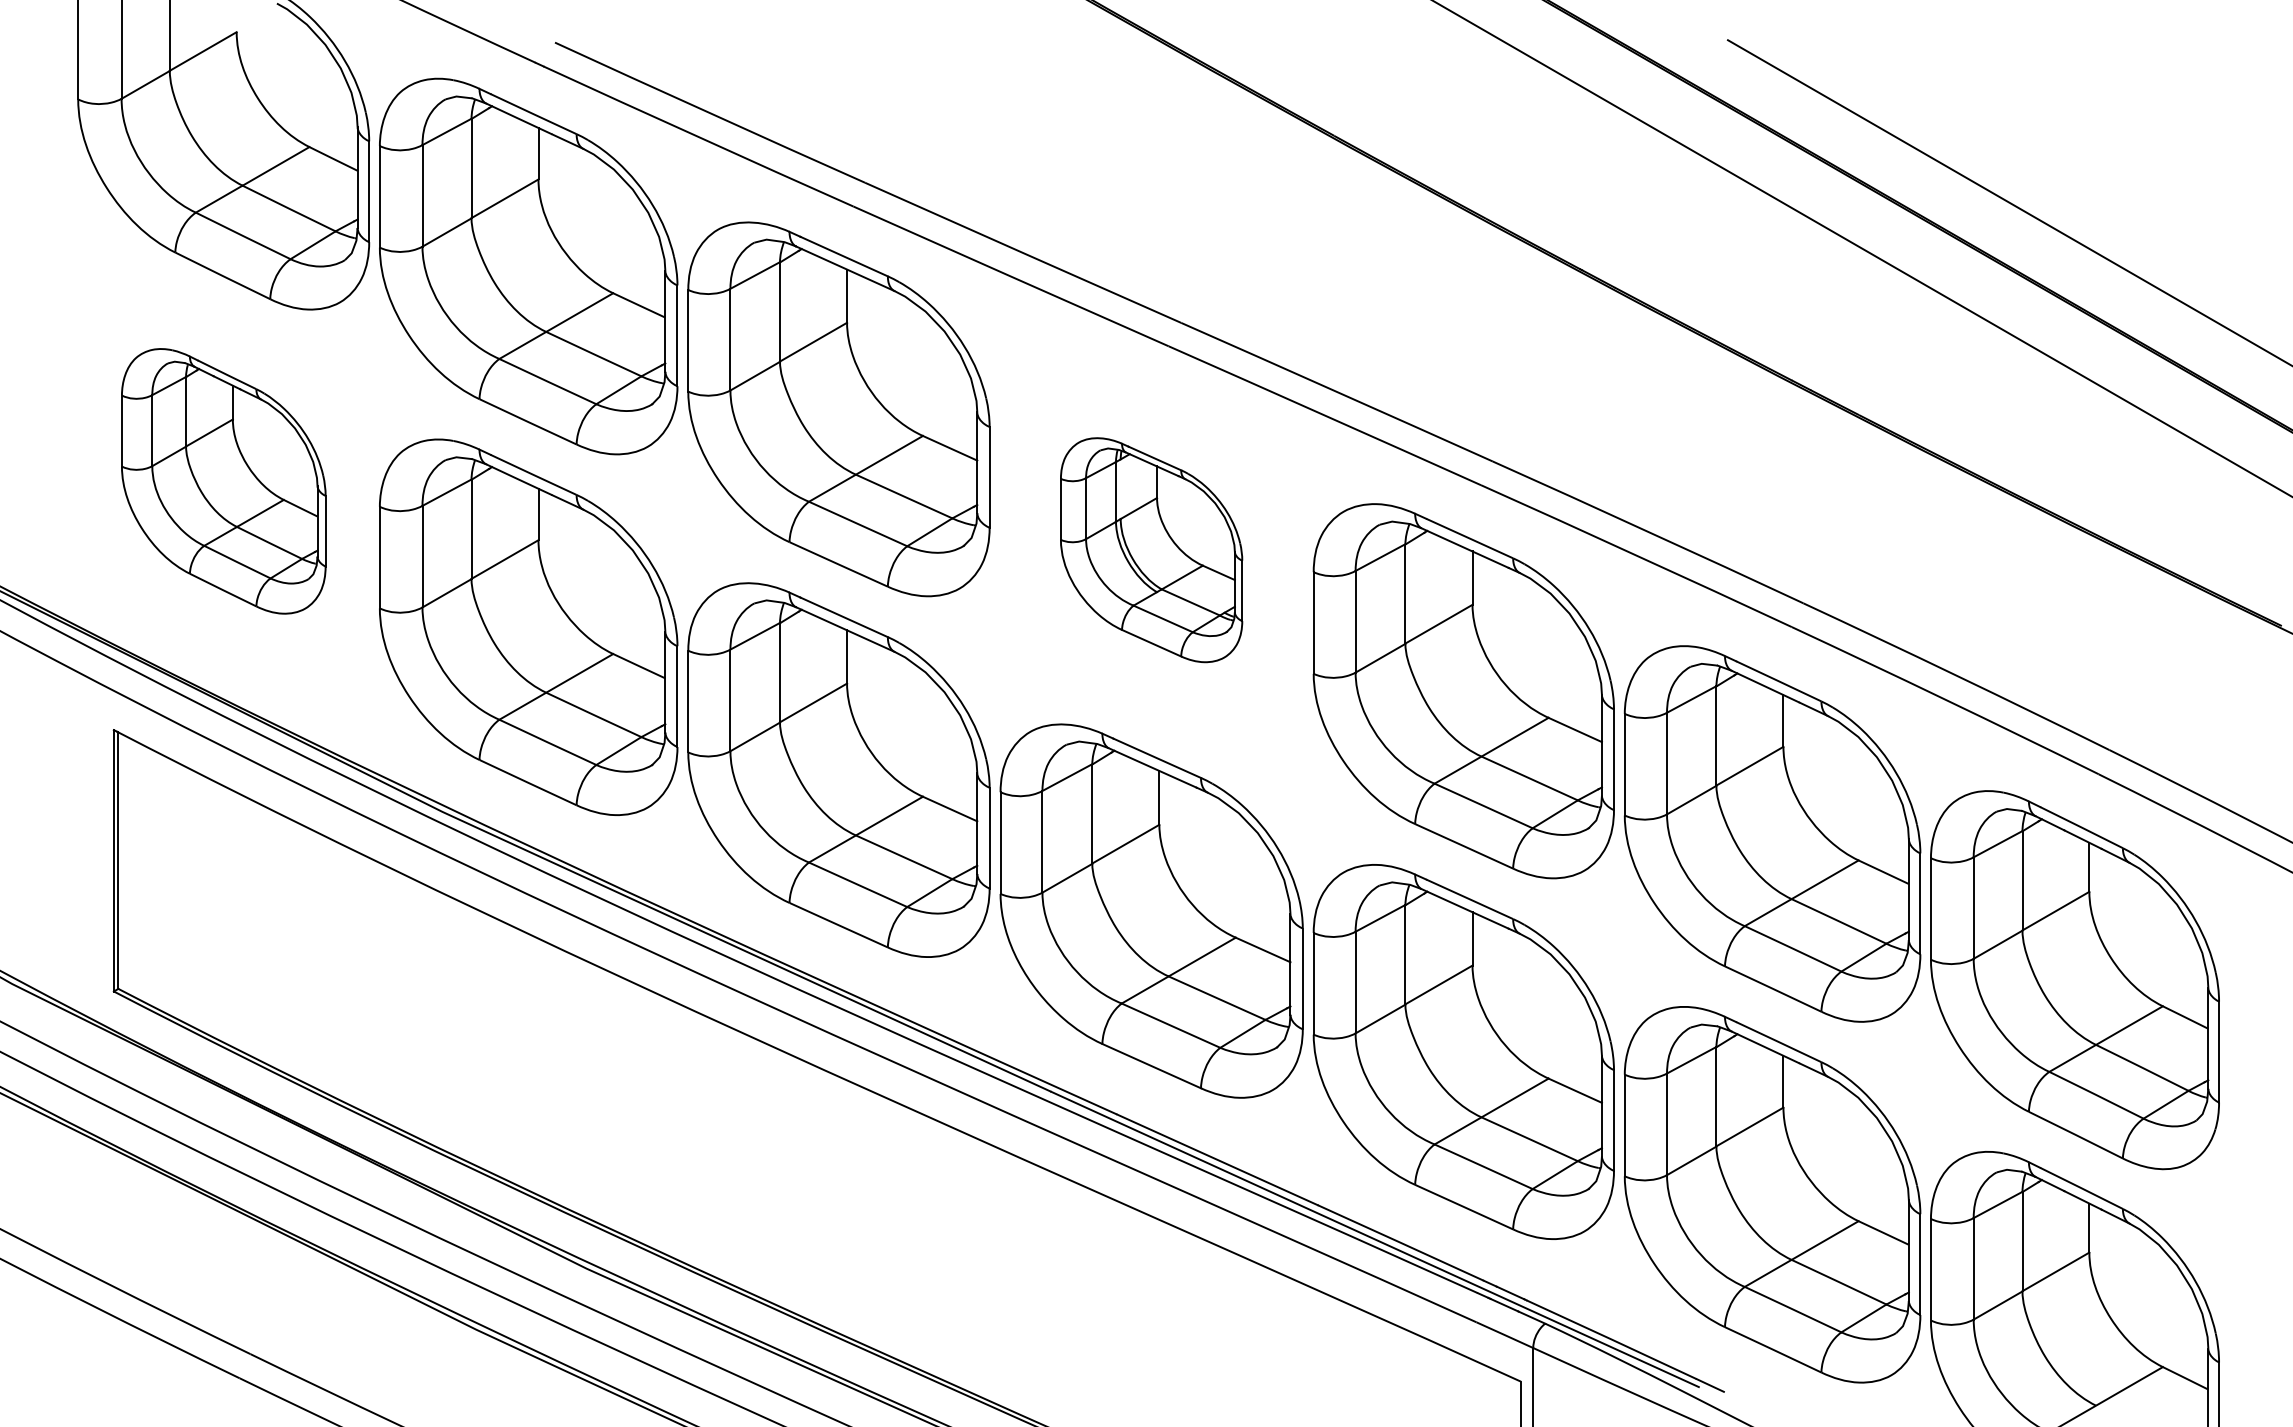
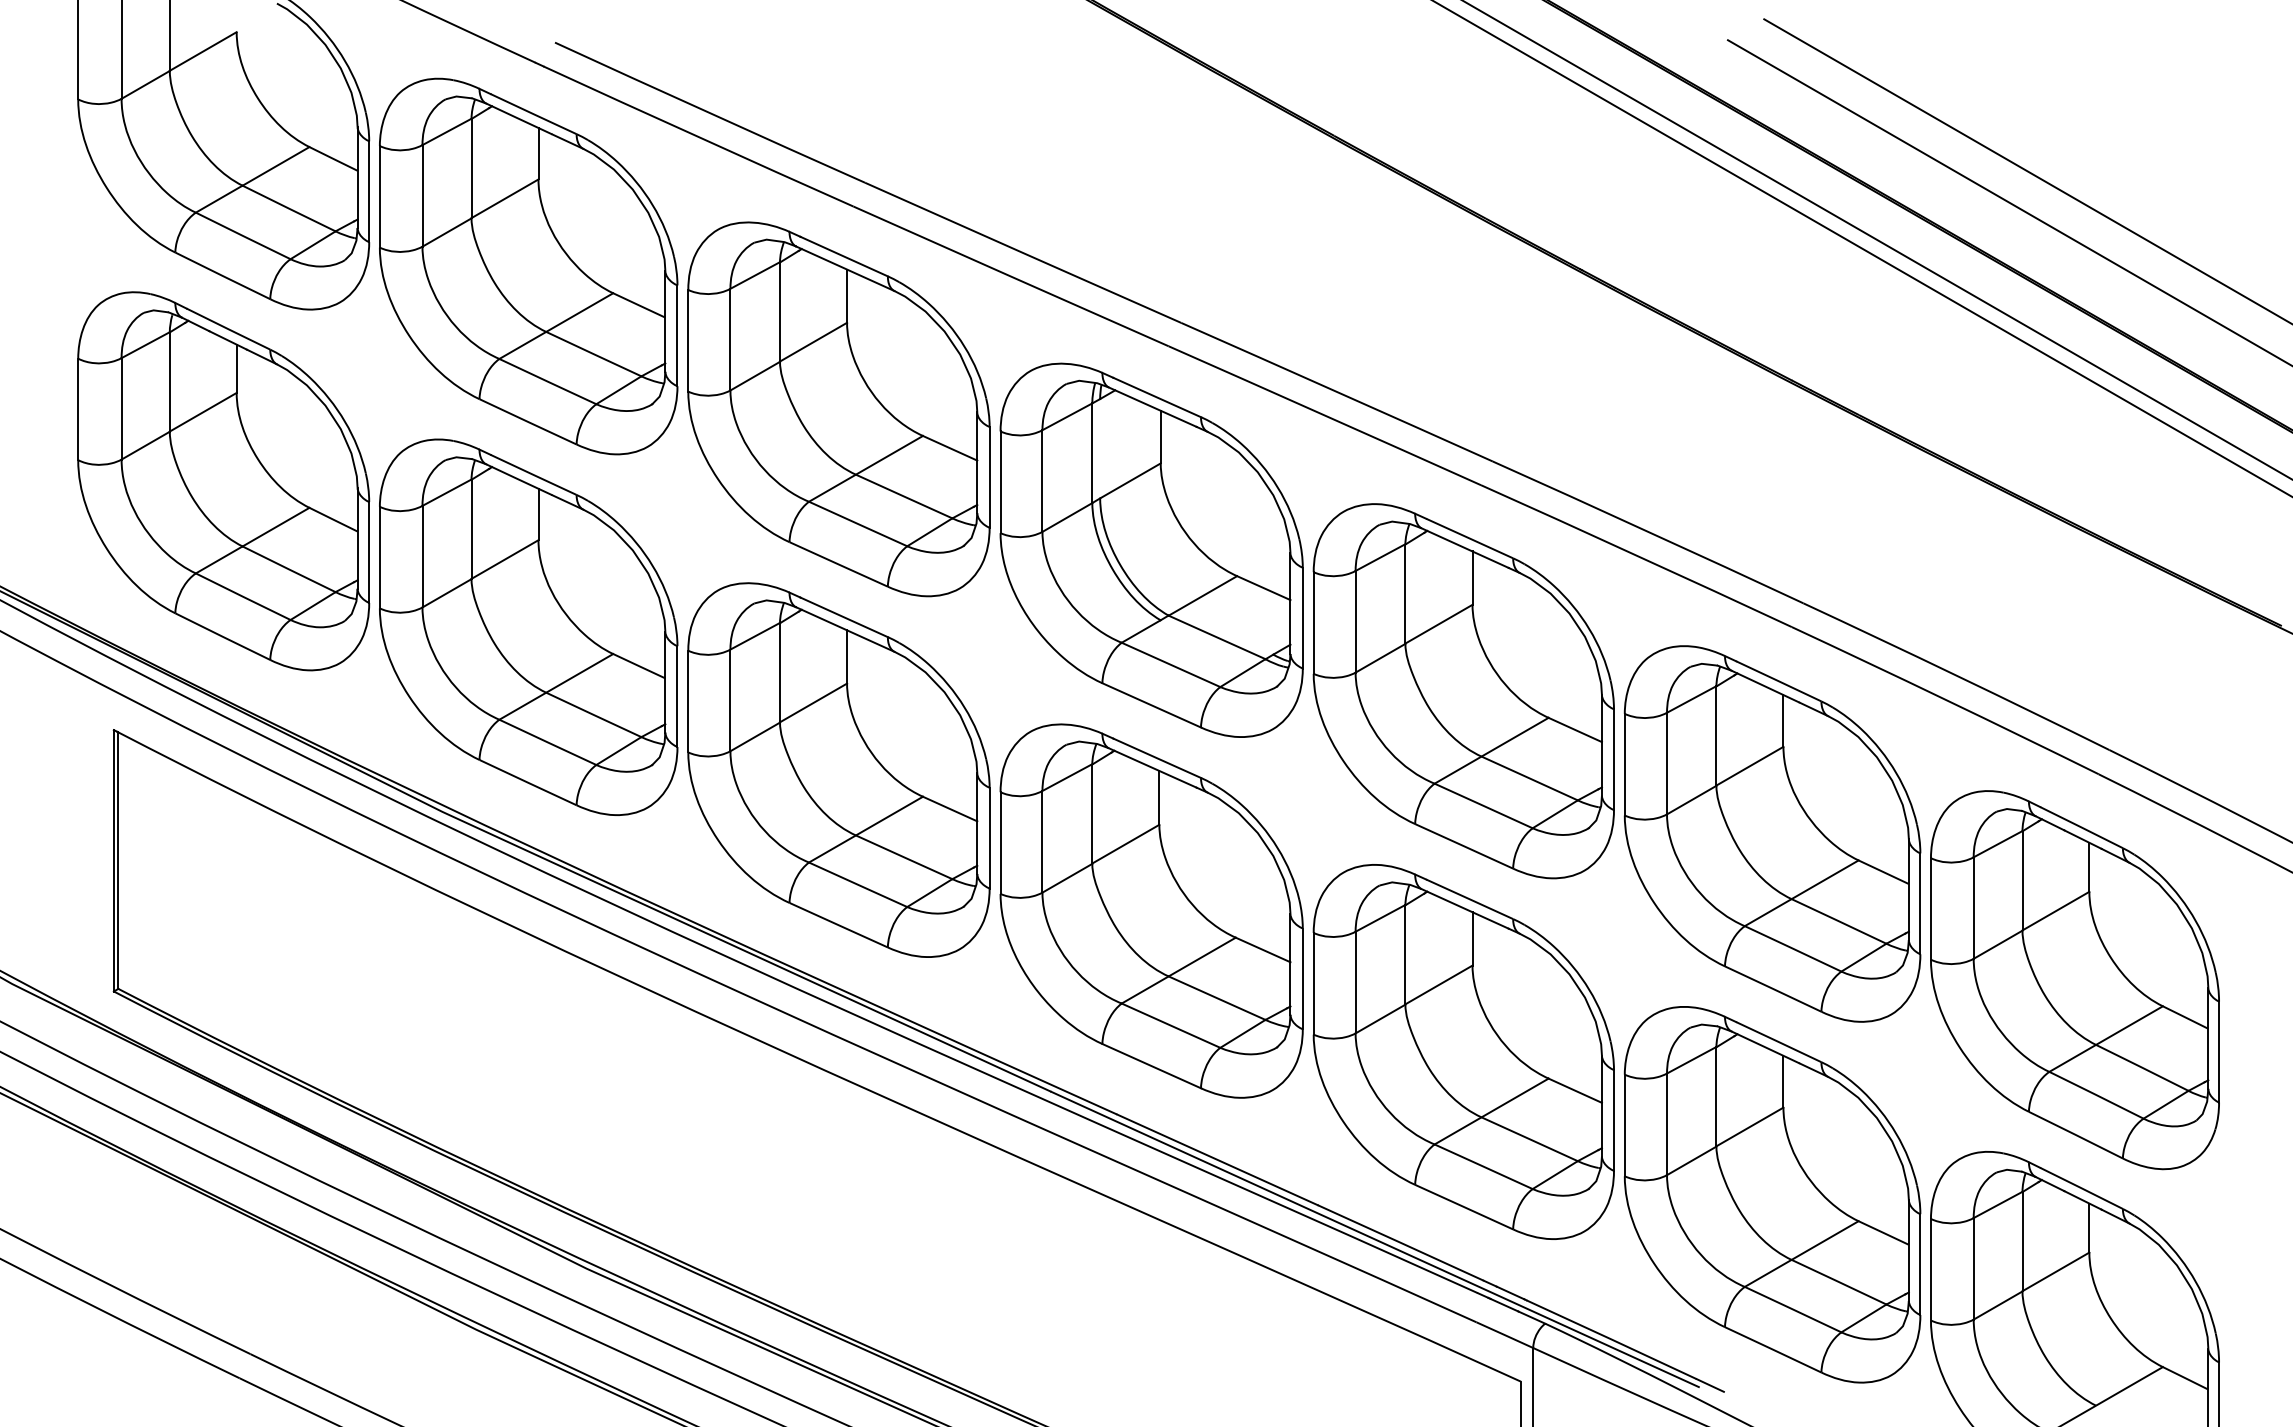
line at (2026, 170): none -> present
line at (1877, 239): none -> present
part at (223, 481) size: 206x267 px -> 294x381 px
part at (1151, 550) size: 184x227 px -> 305x376 px
